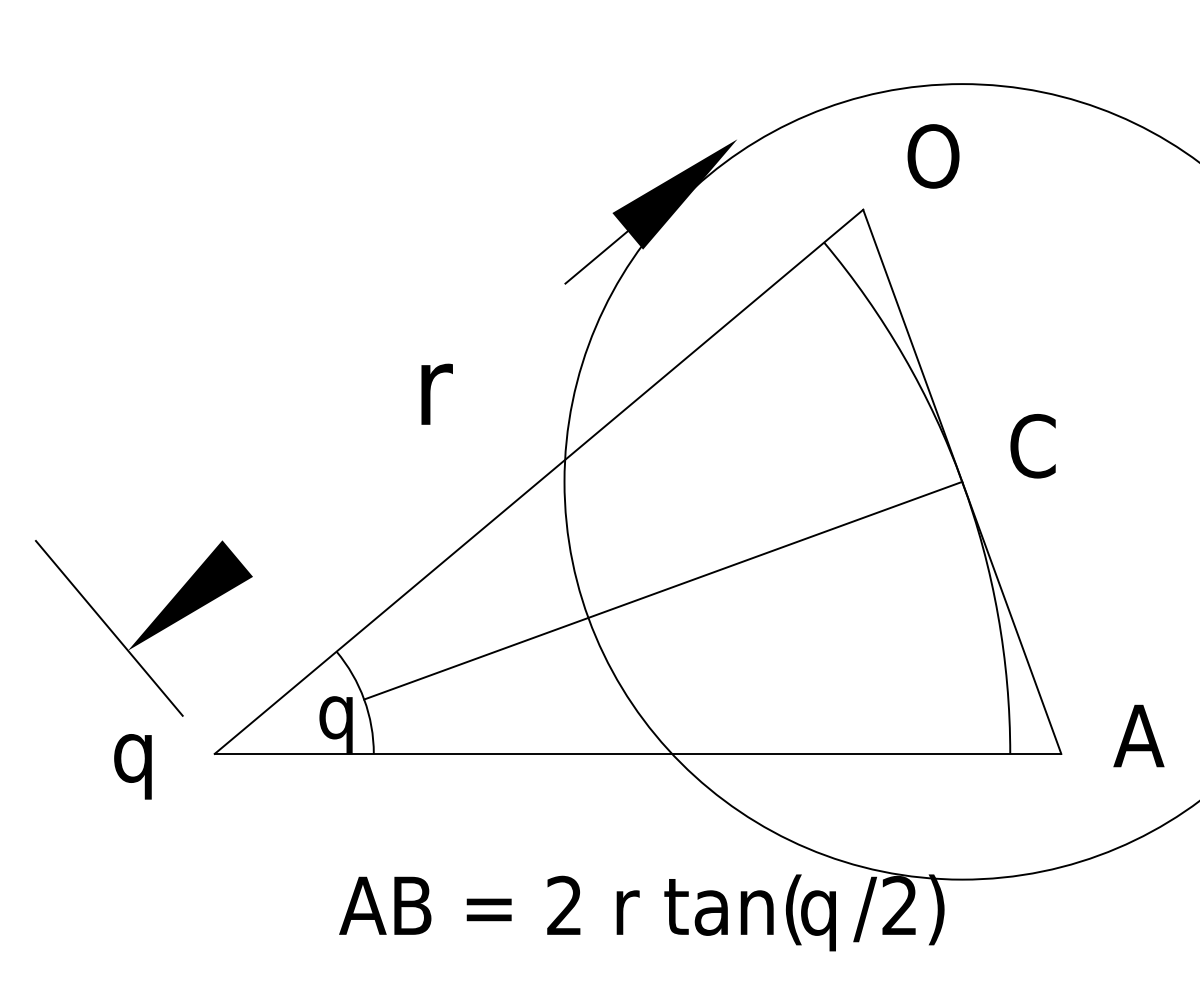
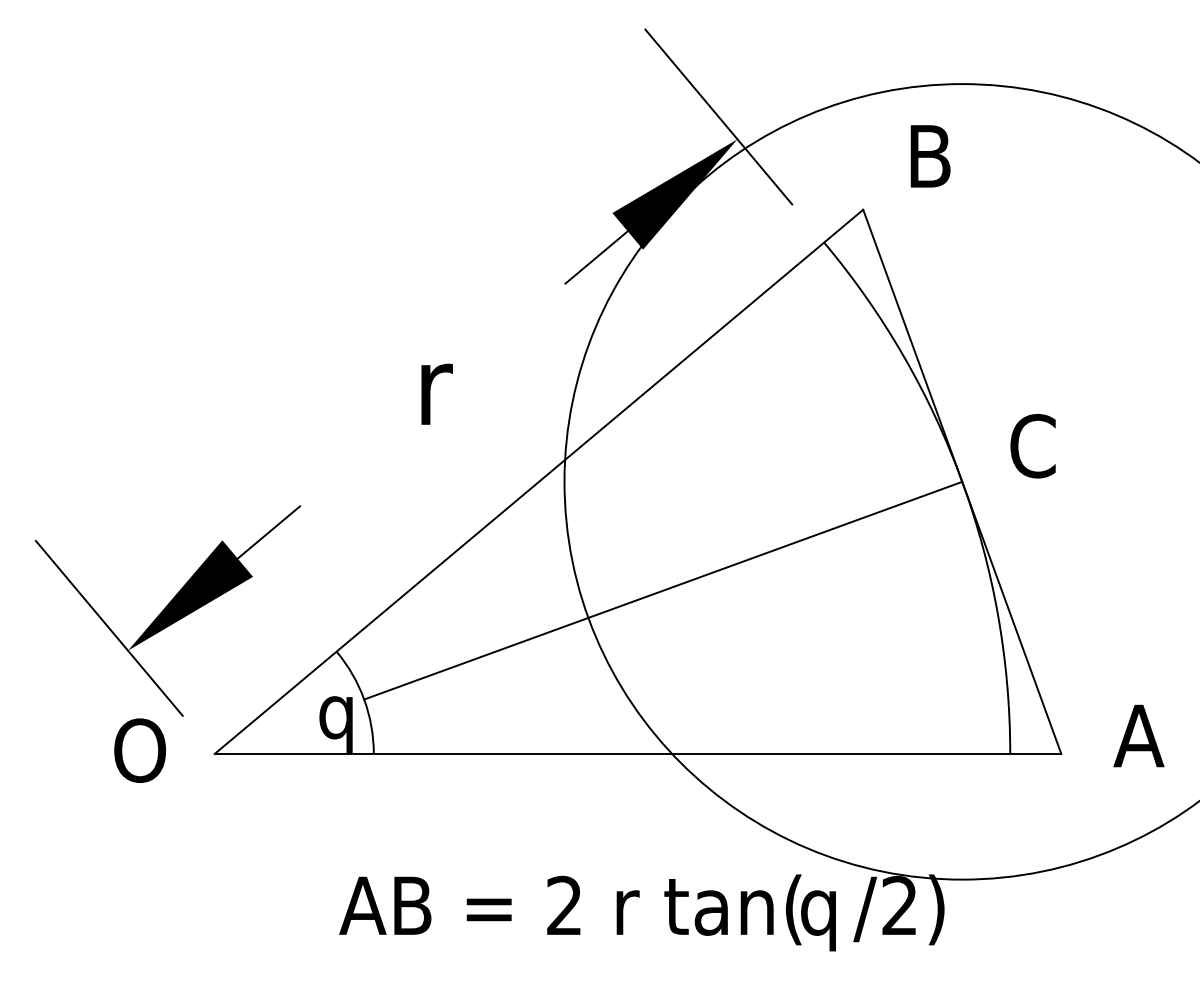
line at (718, 116): none -> present
text at (933, 156): O -> B
line at (268, 532): none -> present
text at (140, 758): q -> O
